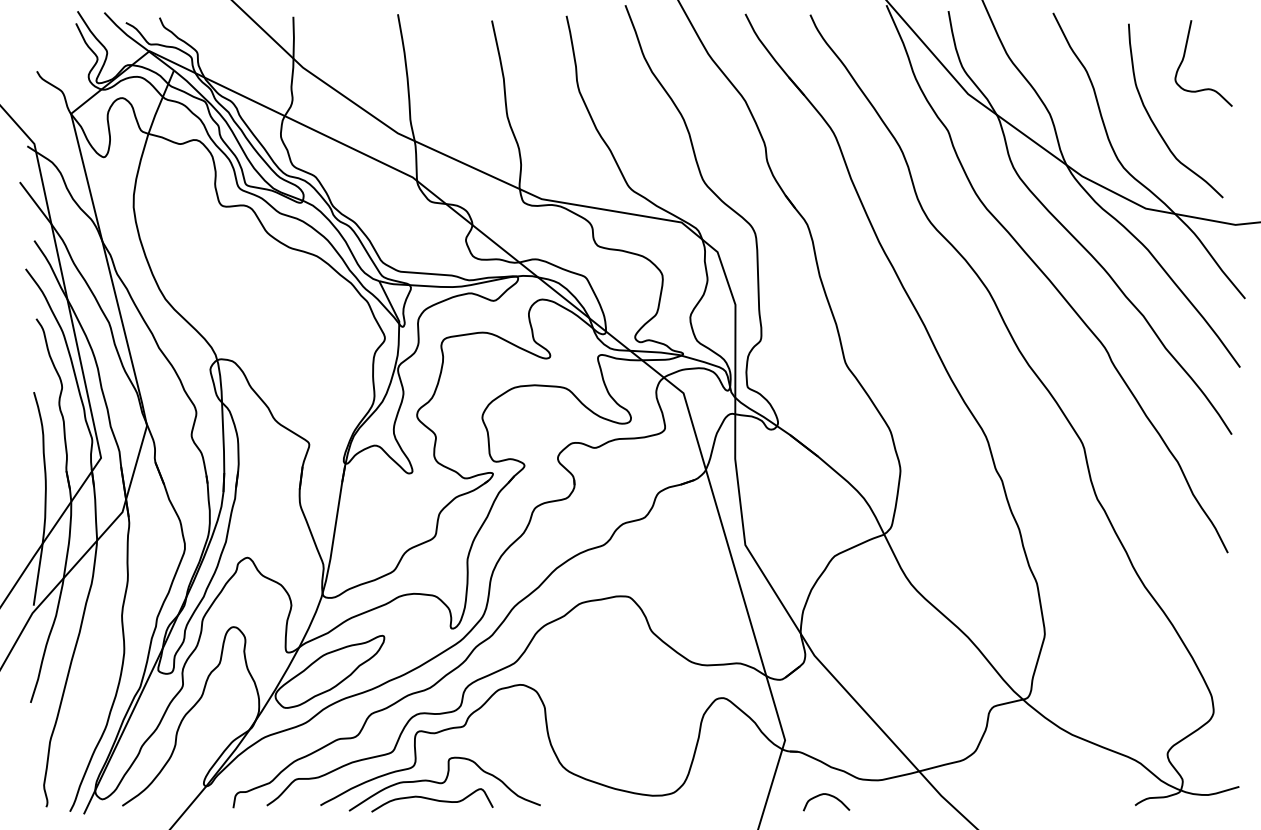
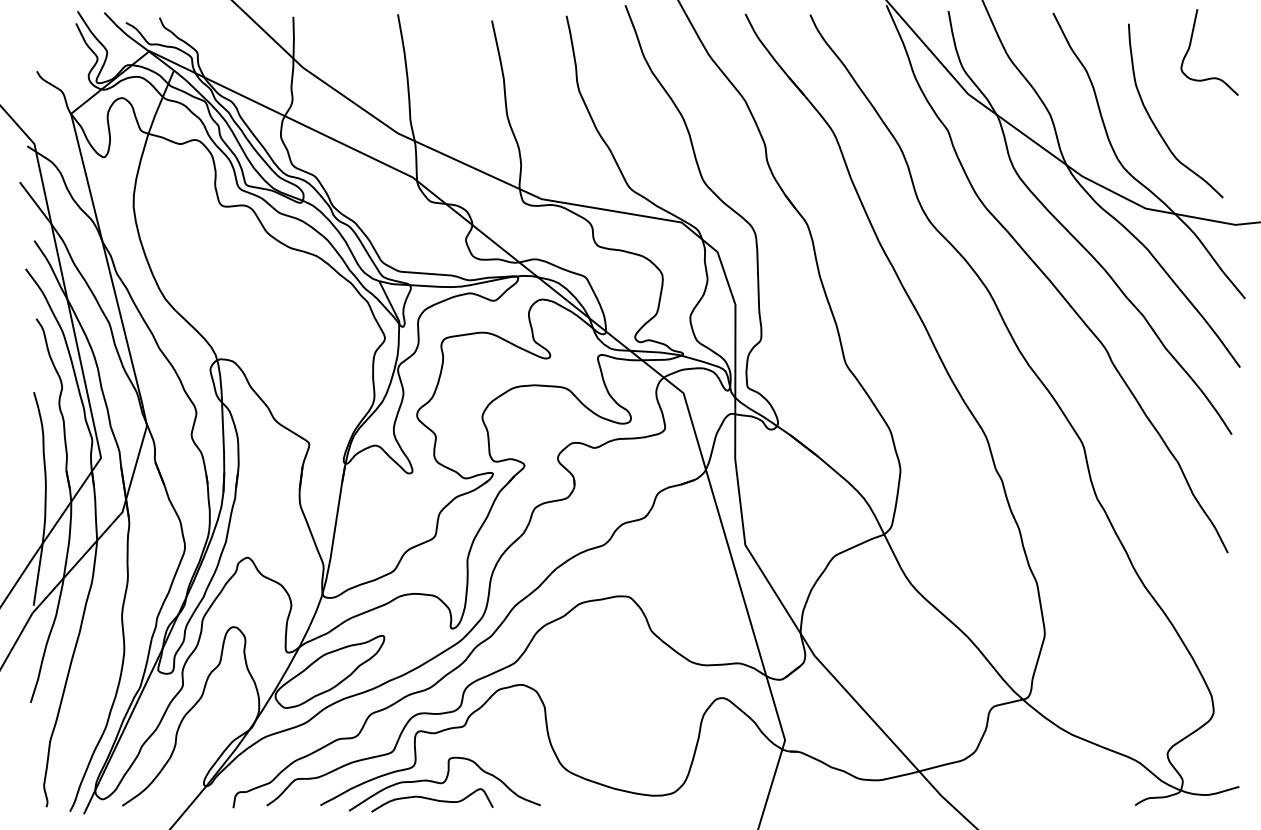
curve at (1184, 58) position: (1184, 58) -> (1190, 47)
curve at (826, 795): present -> none
